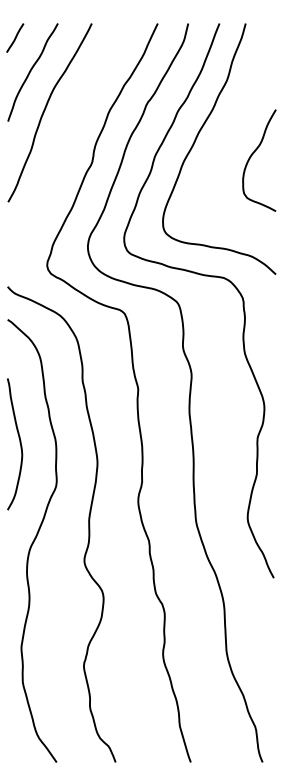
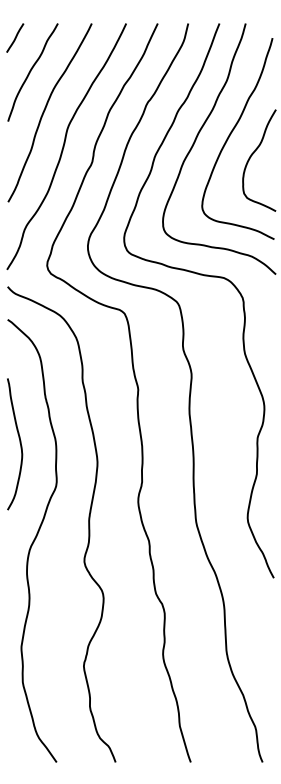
curve at (231, 134): none -> present
curve at (64, 146): none -> present
